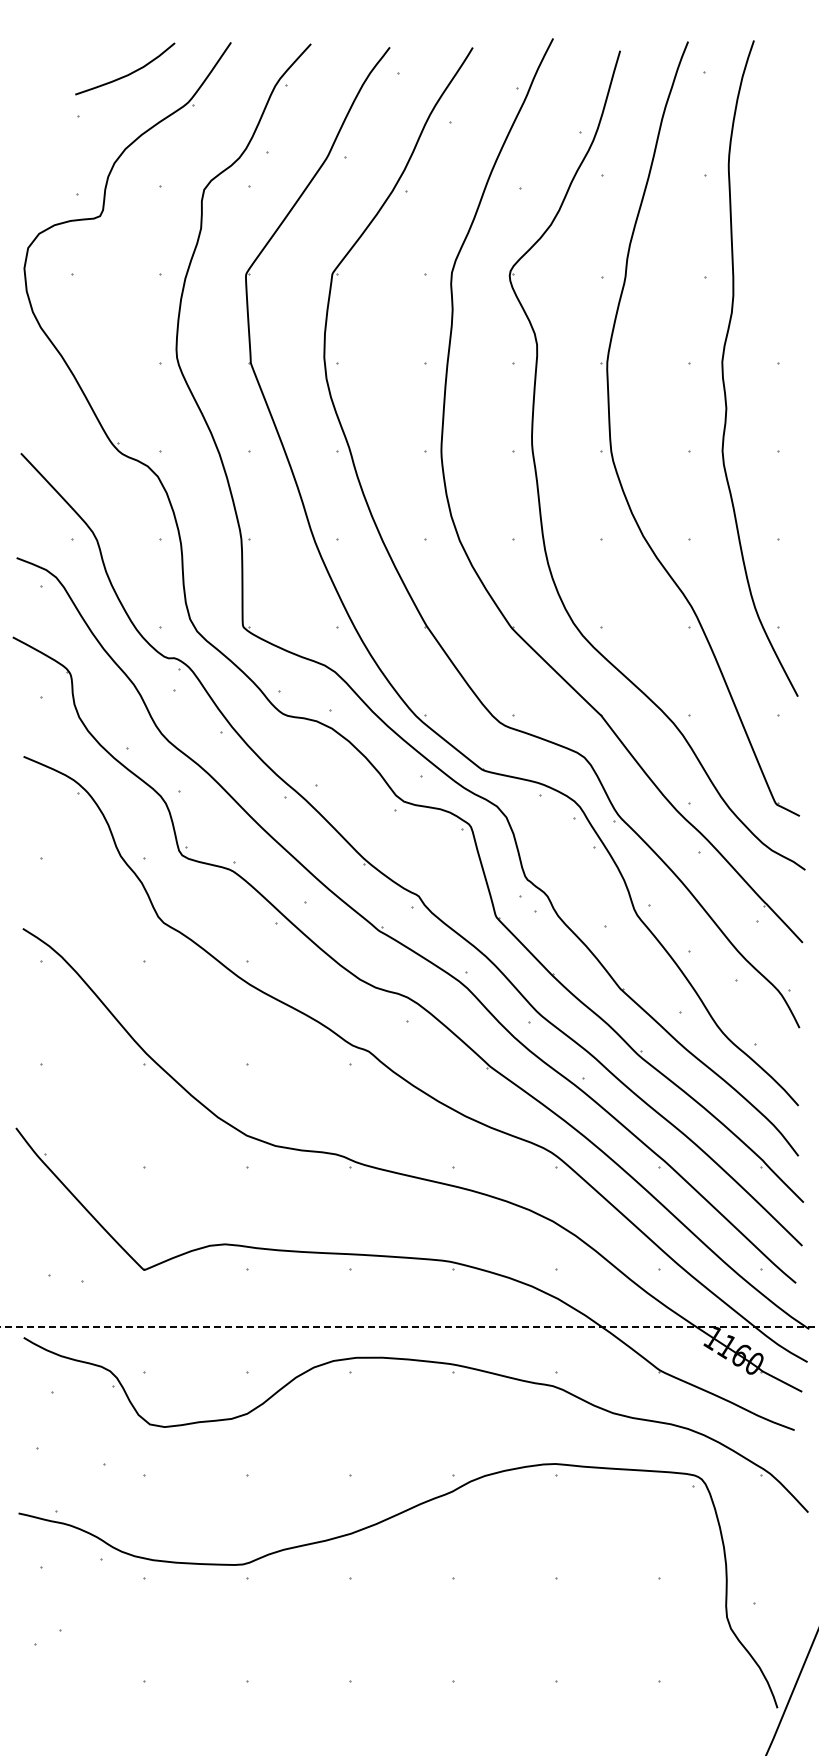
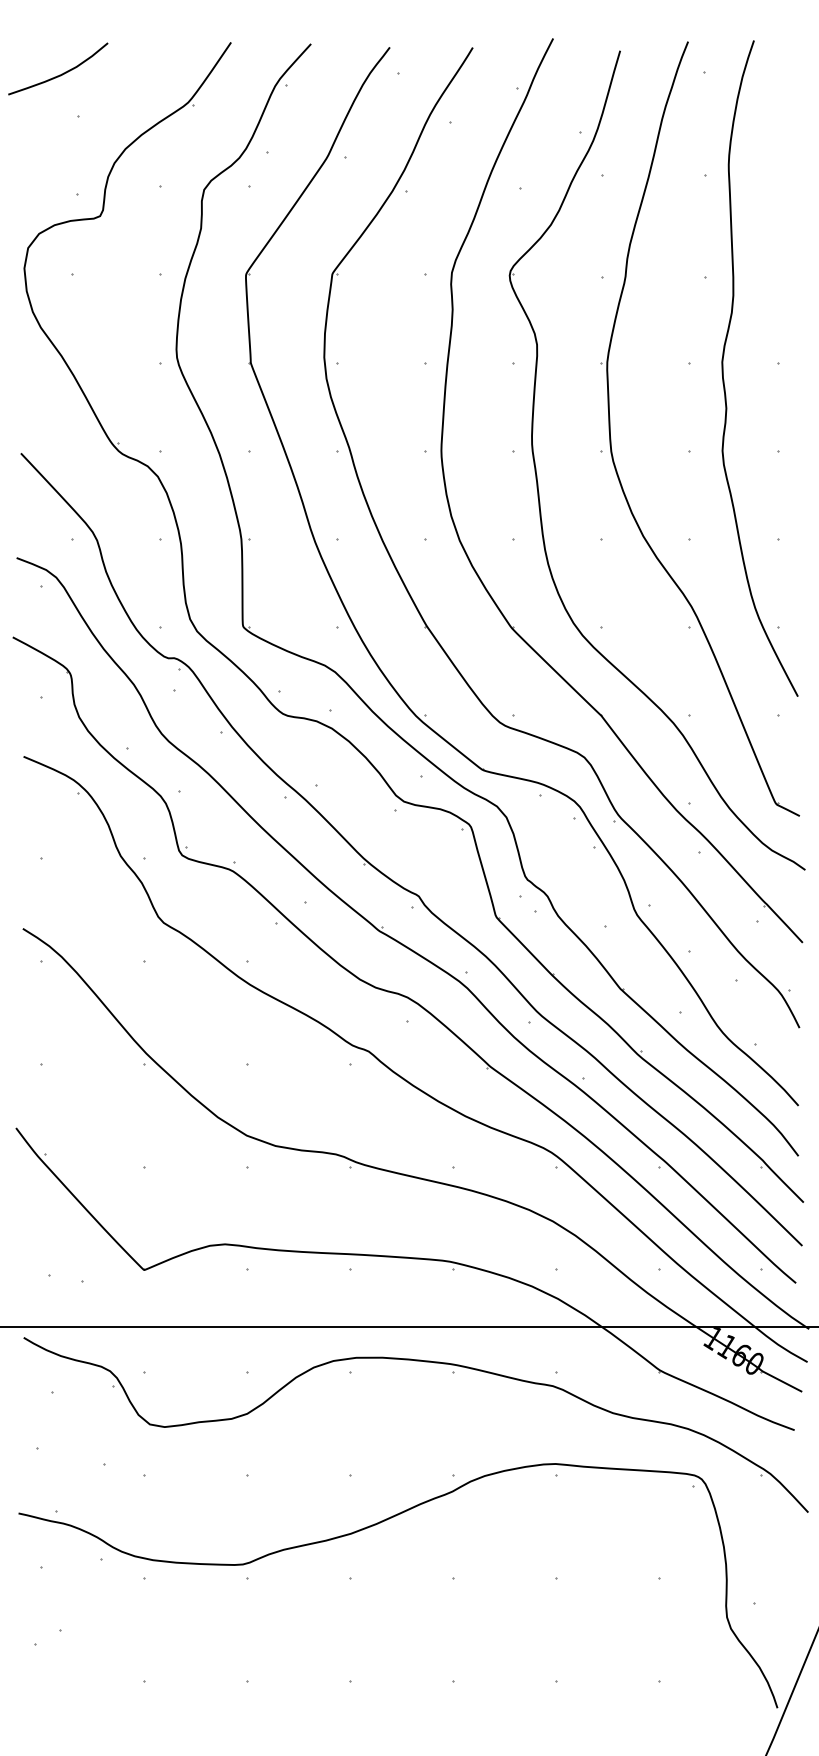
curve at (128, 73) position: (128, 73) -> (61, 73)
line at (409, 1326): dashed -> solid
